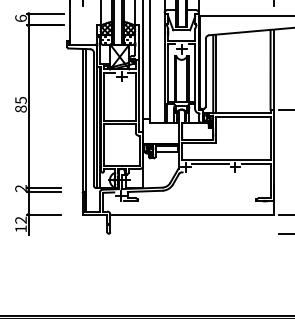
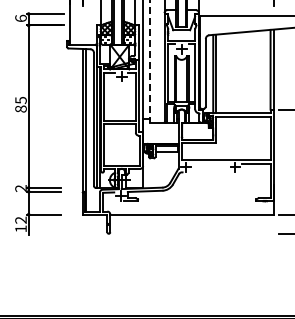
line at (149, 61): solid -> dashed
line at (210, 163): present -> none
